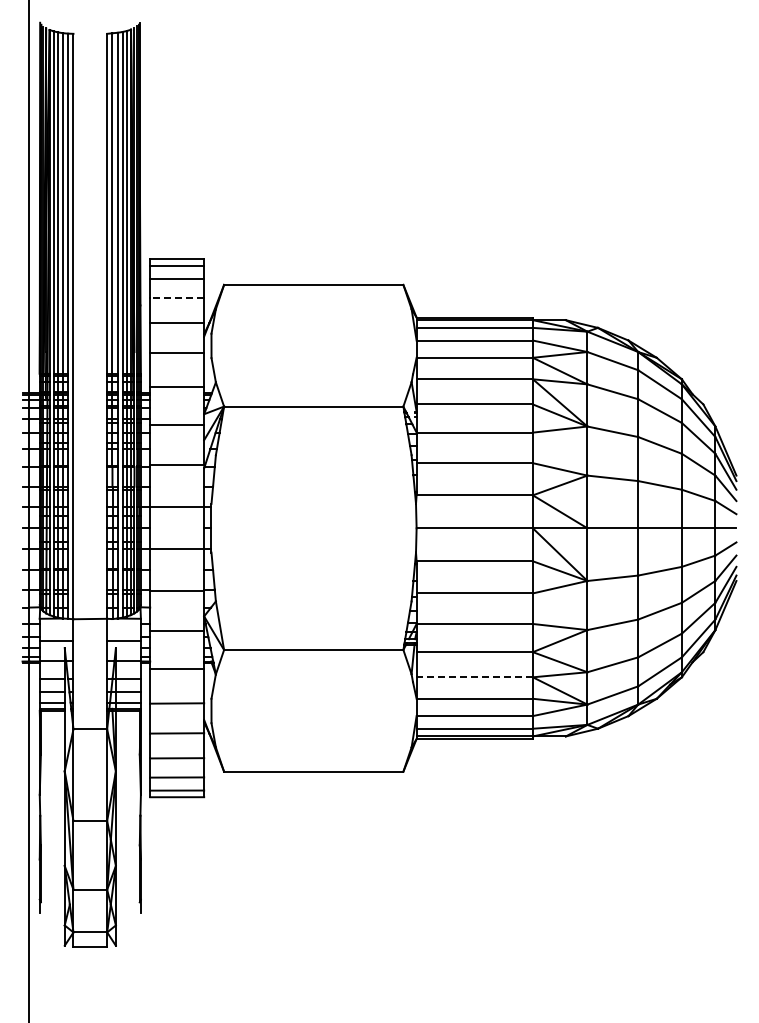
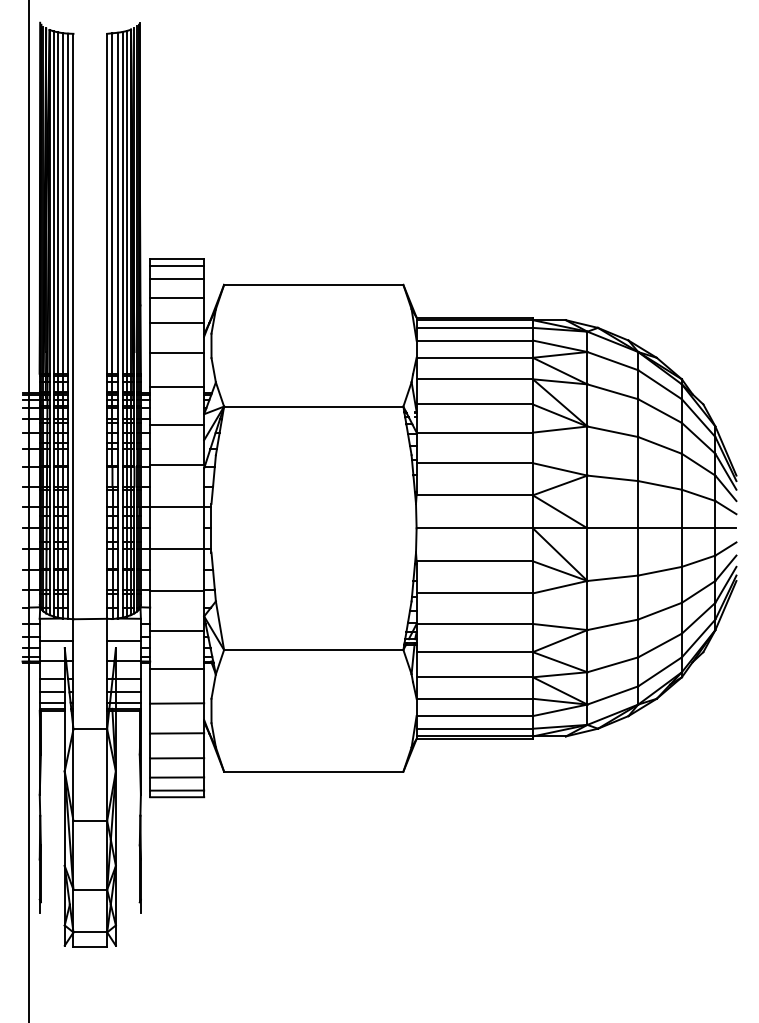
line at (177, 298): dashed -> solid
line at (474, 677): dashed -> solid
